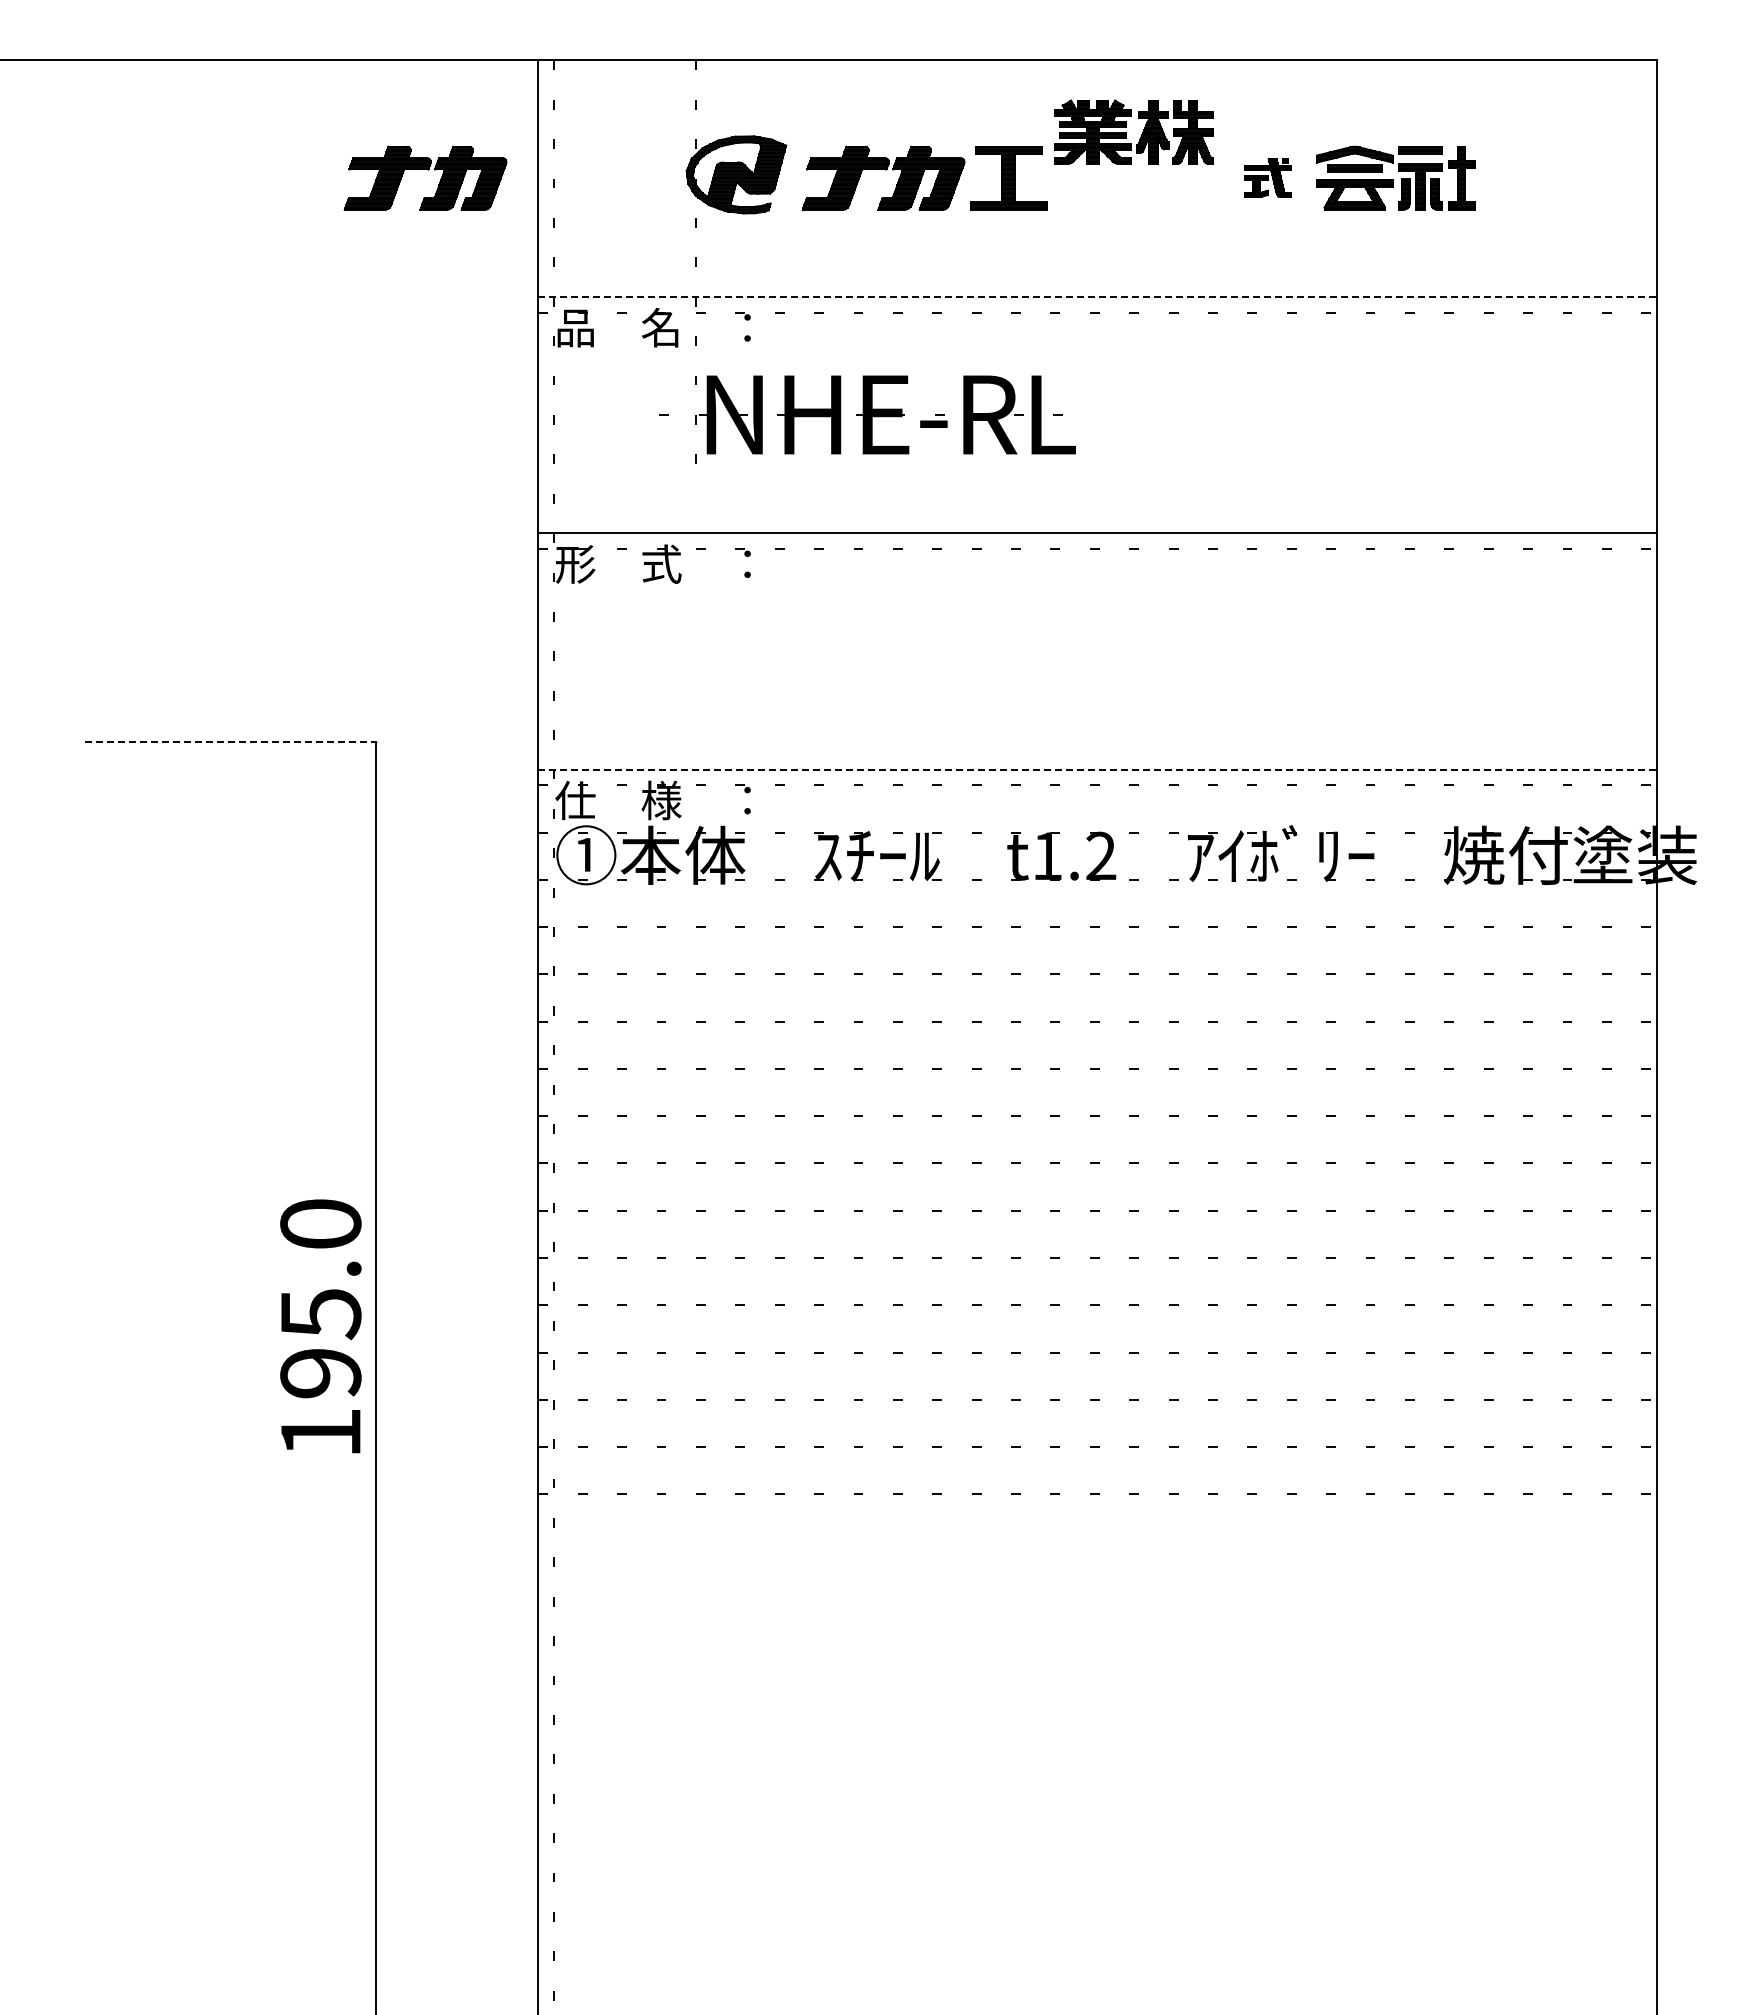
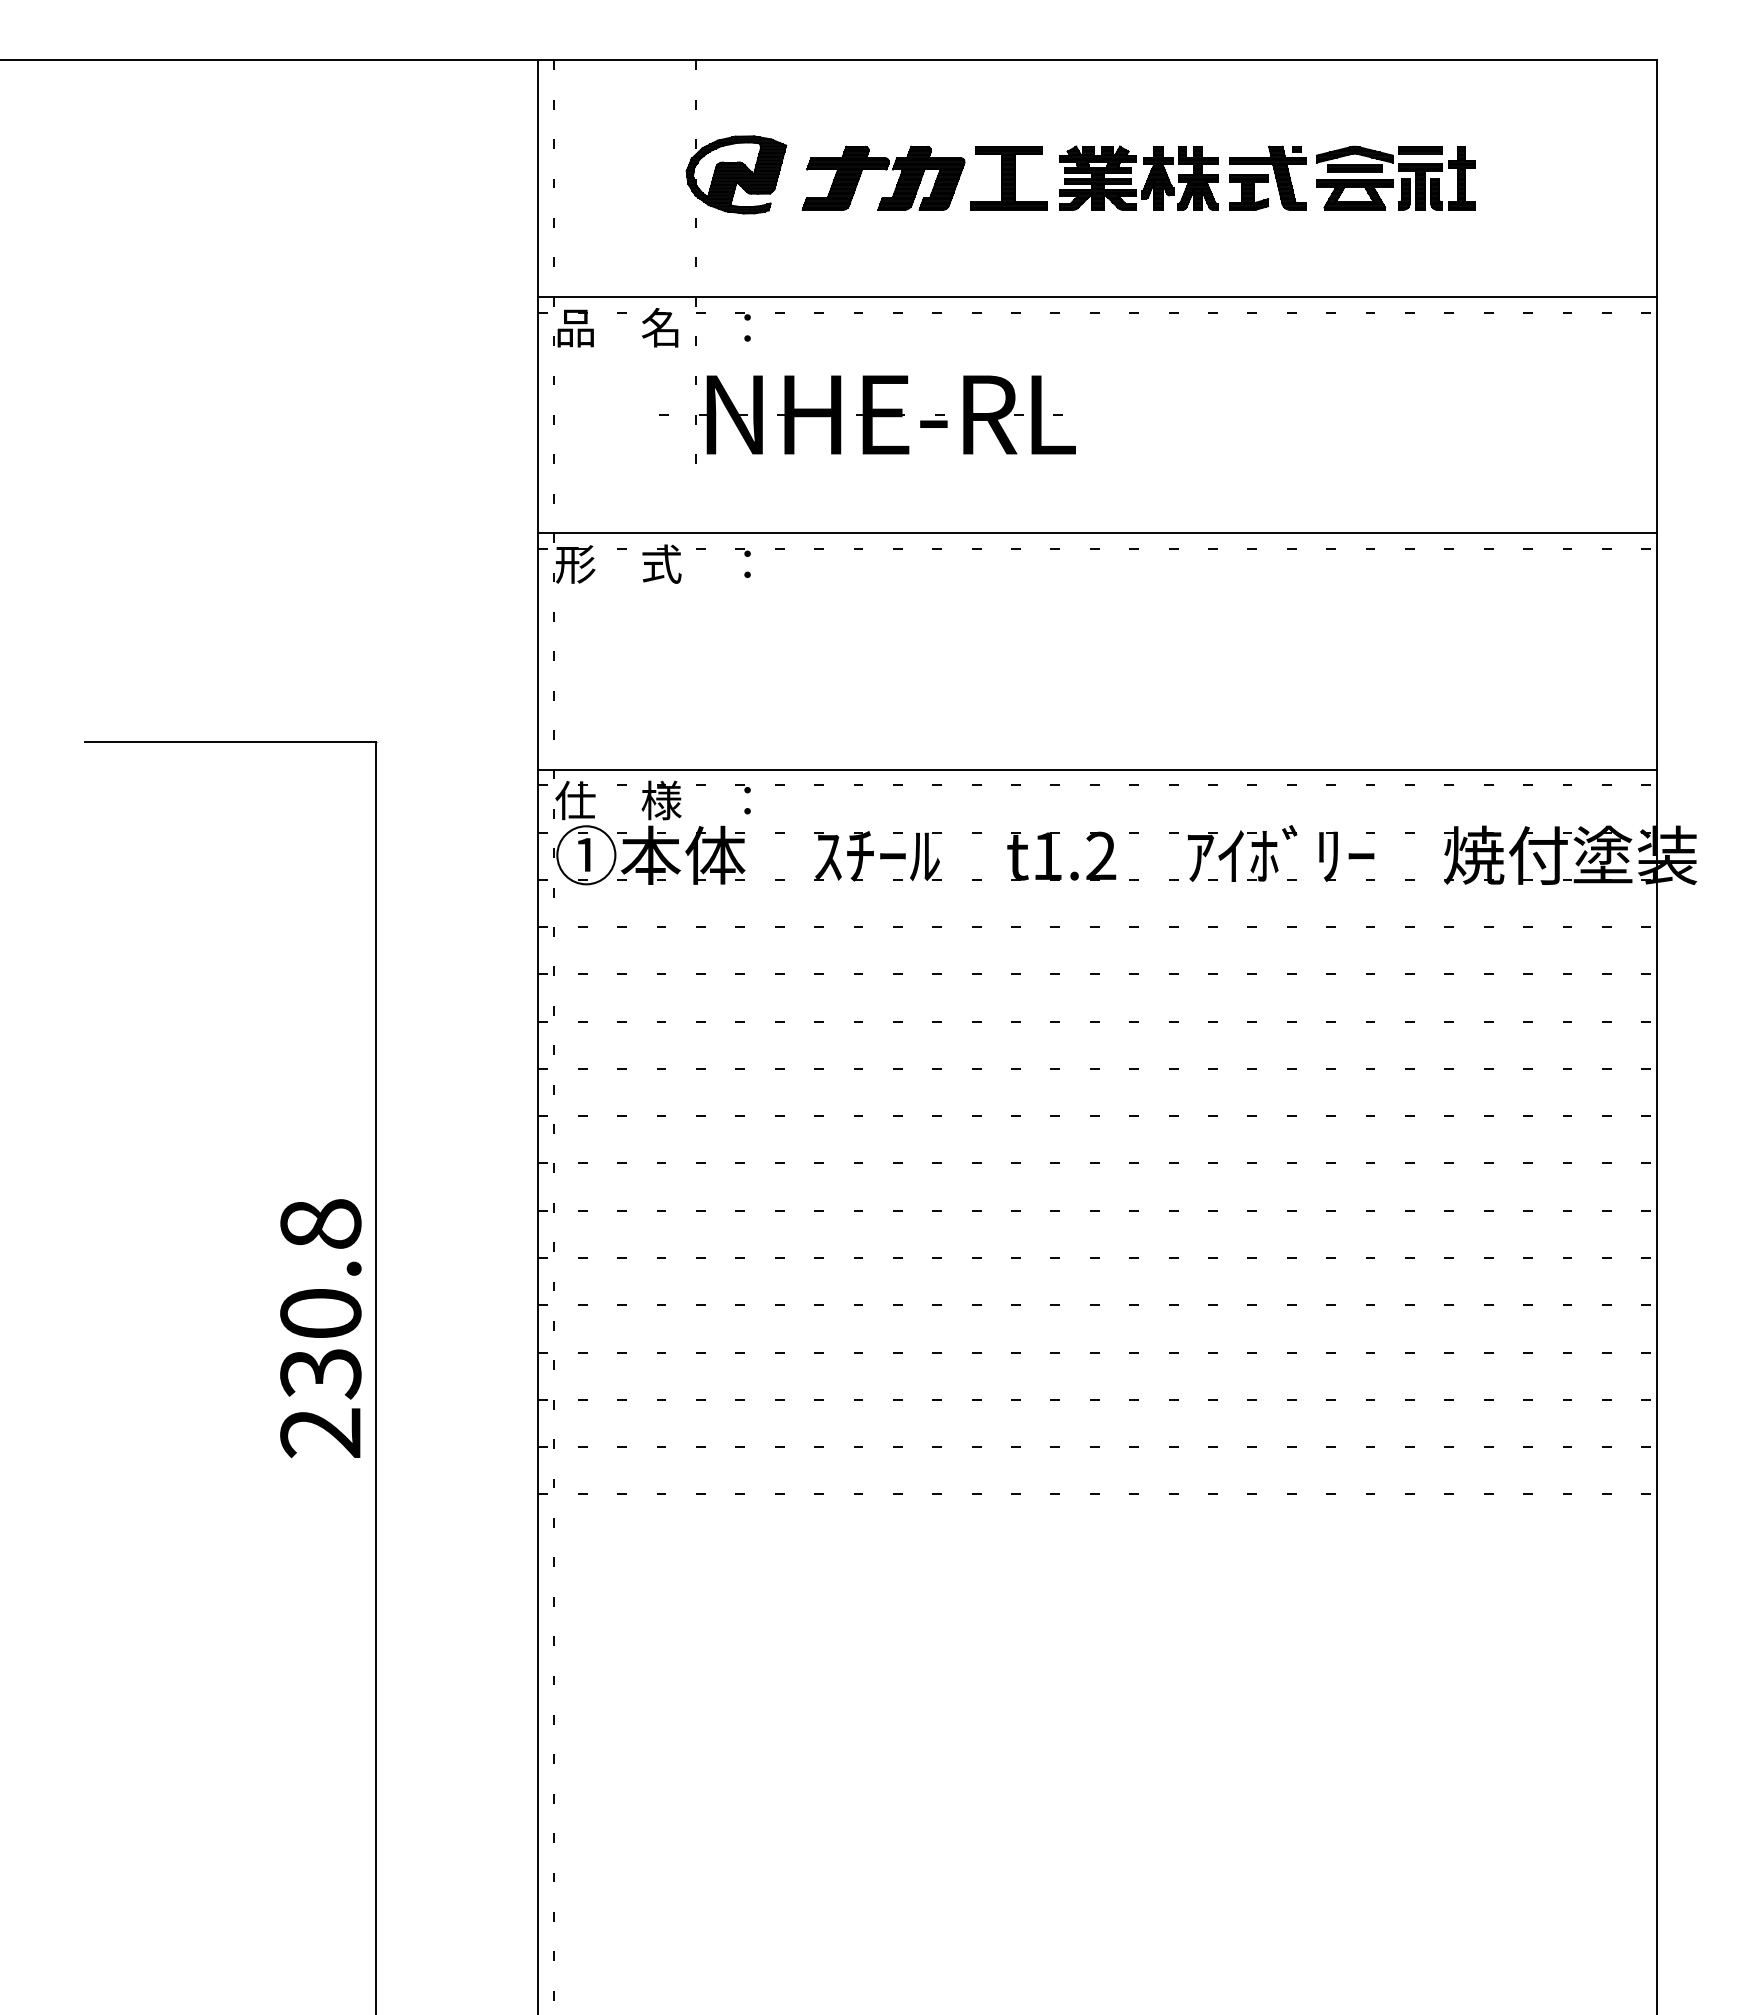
part at (1126, 132) position: (1126, 132) -> (1131, 178)
part at (427, 170): present -> none
part at (1267, 177) size: 48x40 px -> 78x66 px
line at (1098, 296): dashed -> solid
line at (230, 742): dashed -> solid
line at (1098, 769): dashed -> solid
text at (320, 1328): 195.0 -> 230.8
